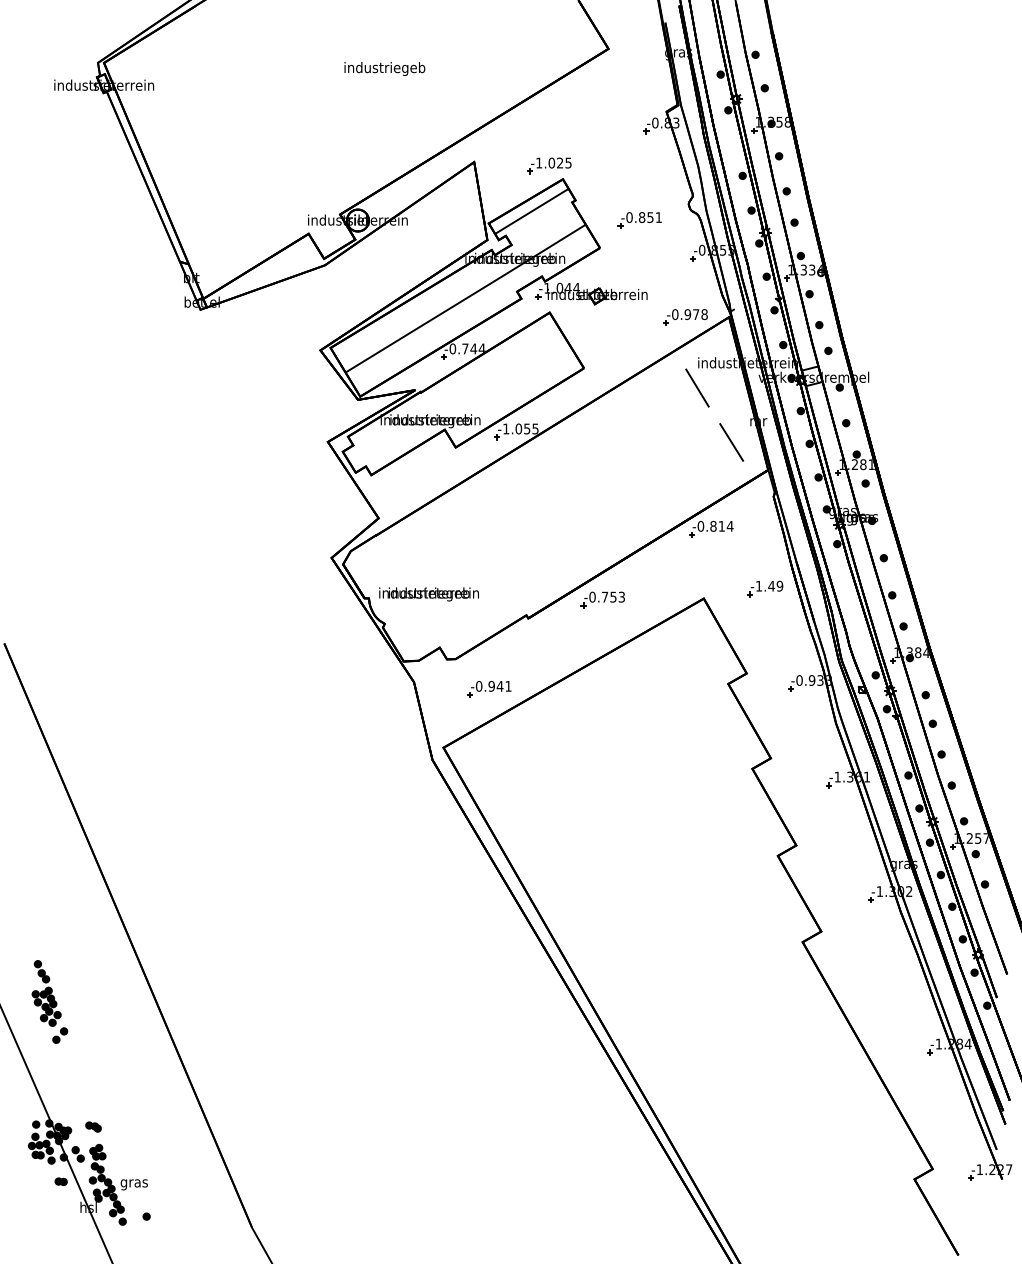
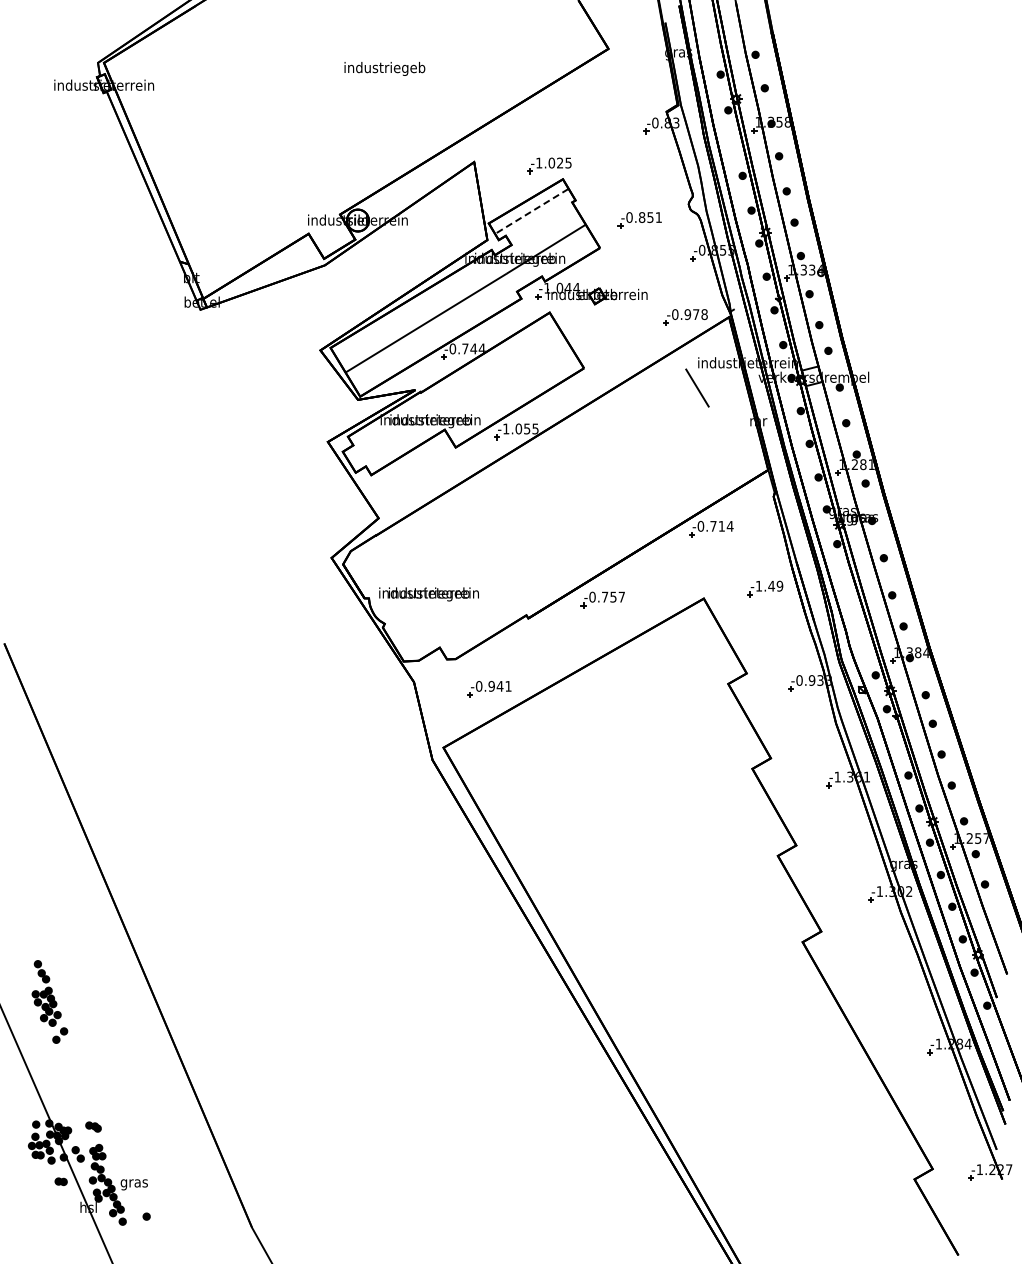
line at (531, 211): solid -> dashed
line at (731, 442): present -> none
text at (713, 525): -0.814 -> -0.714
text at (621, 596): -0.753 -> -0.757
